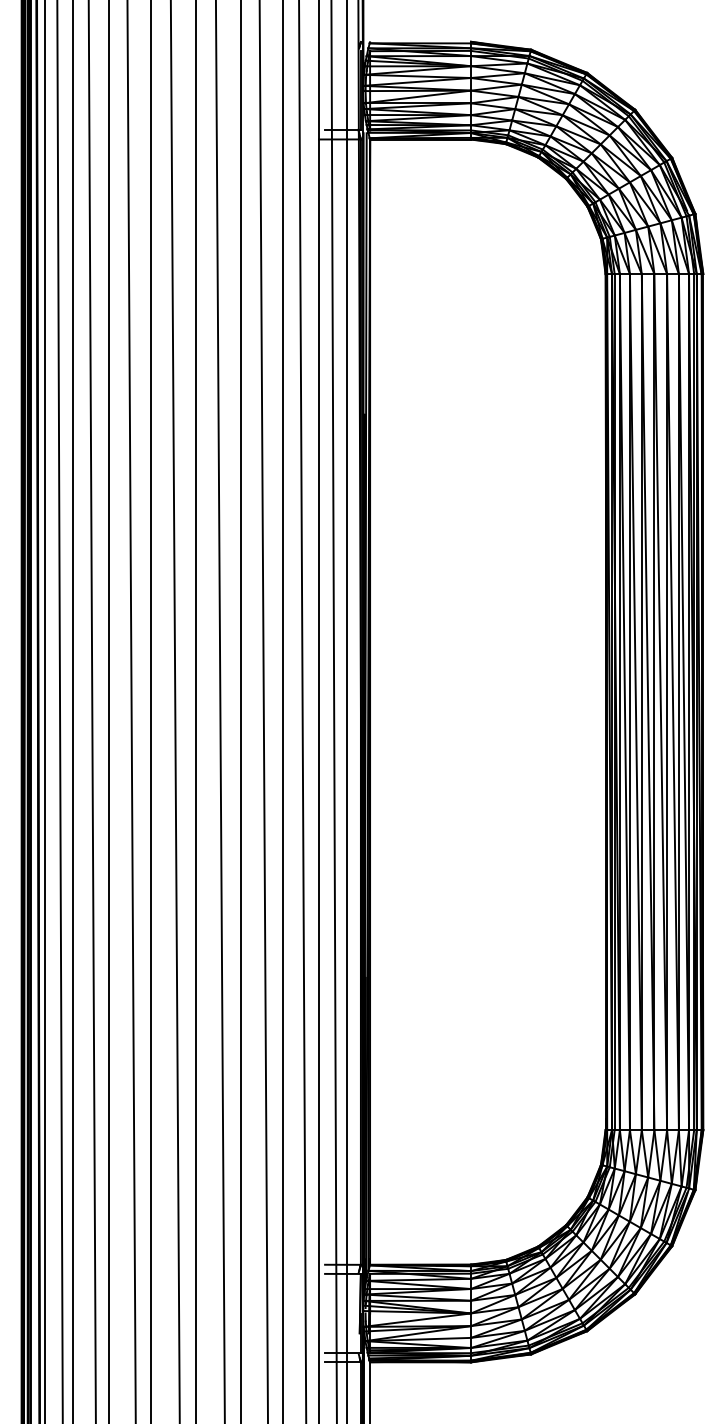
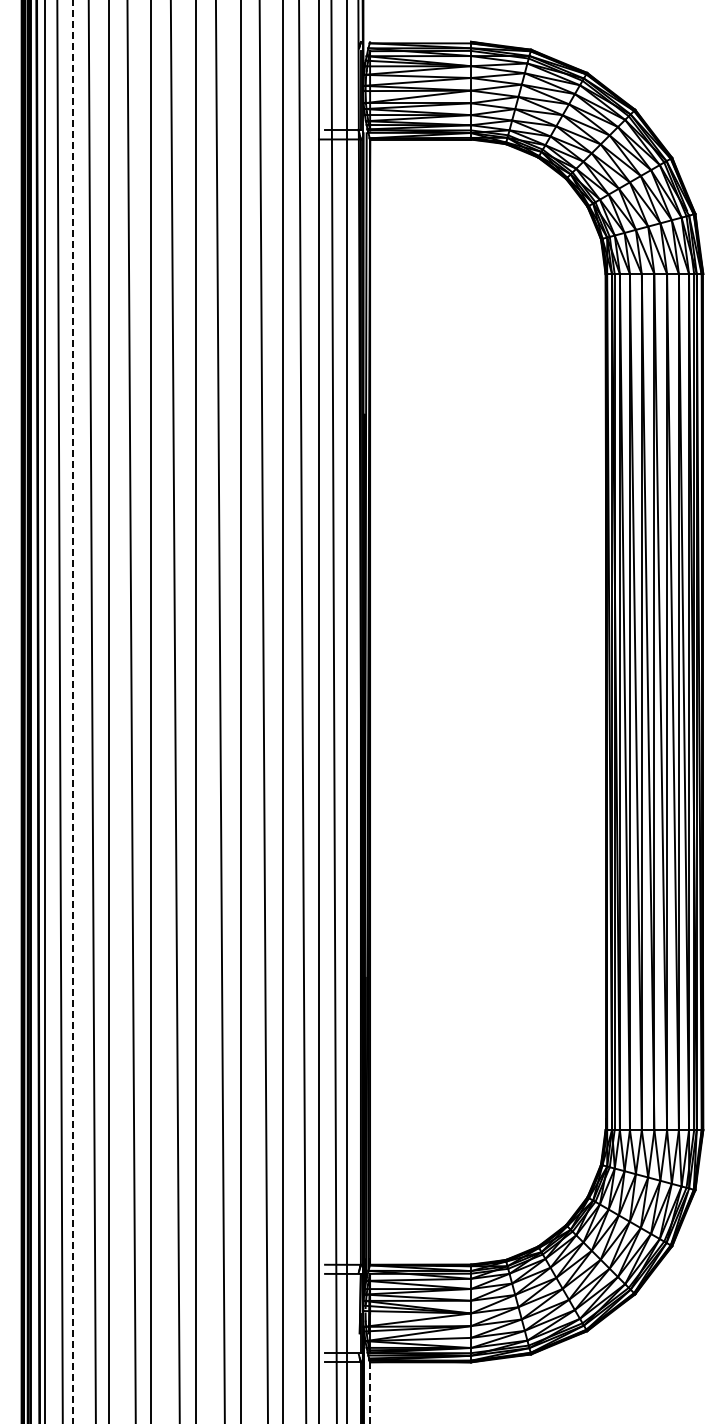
line at (72, 711): solid -> dashed
line at (370, 1393): solid -> dashed
